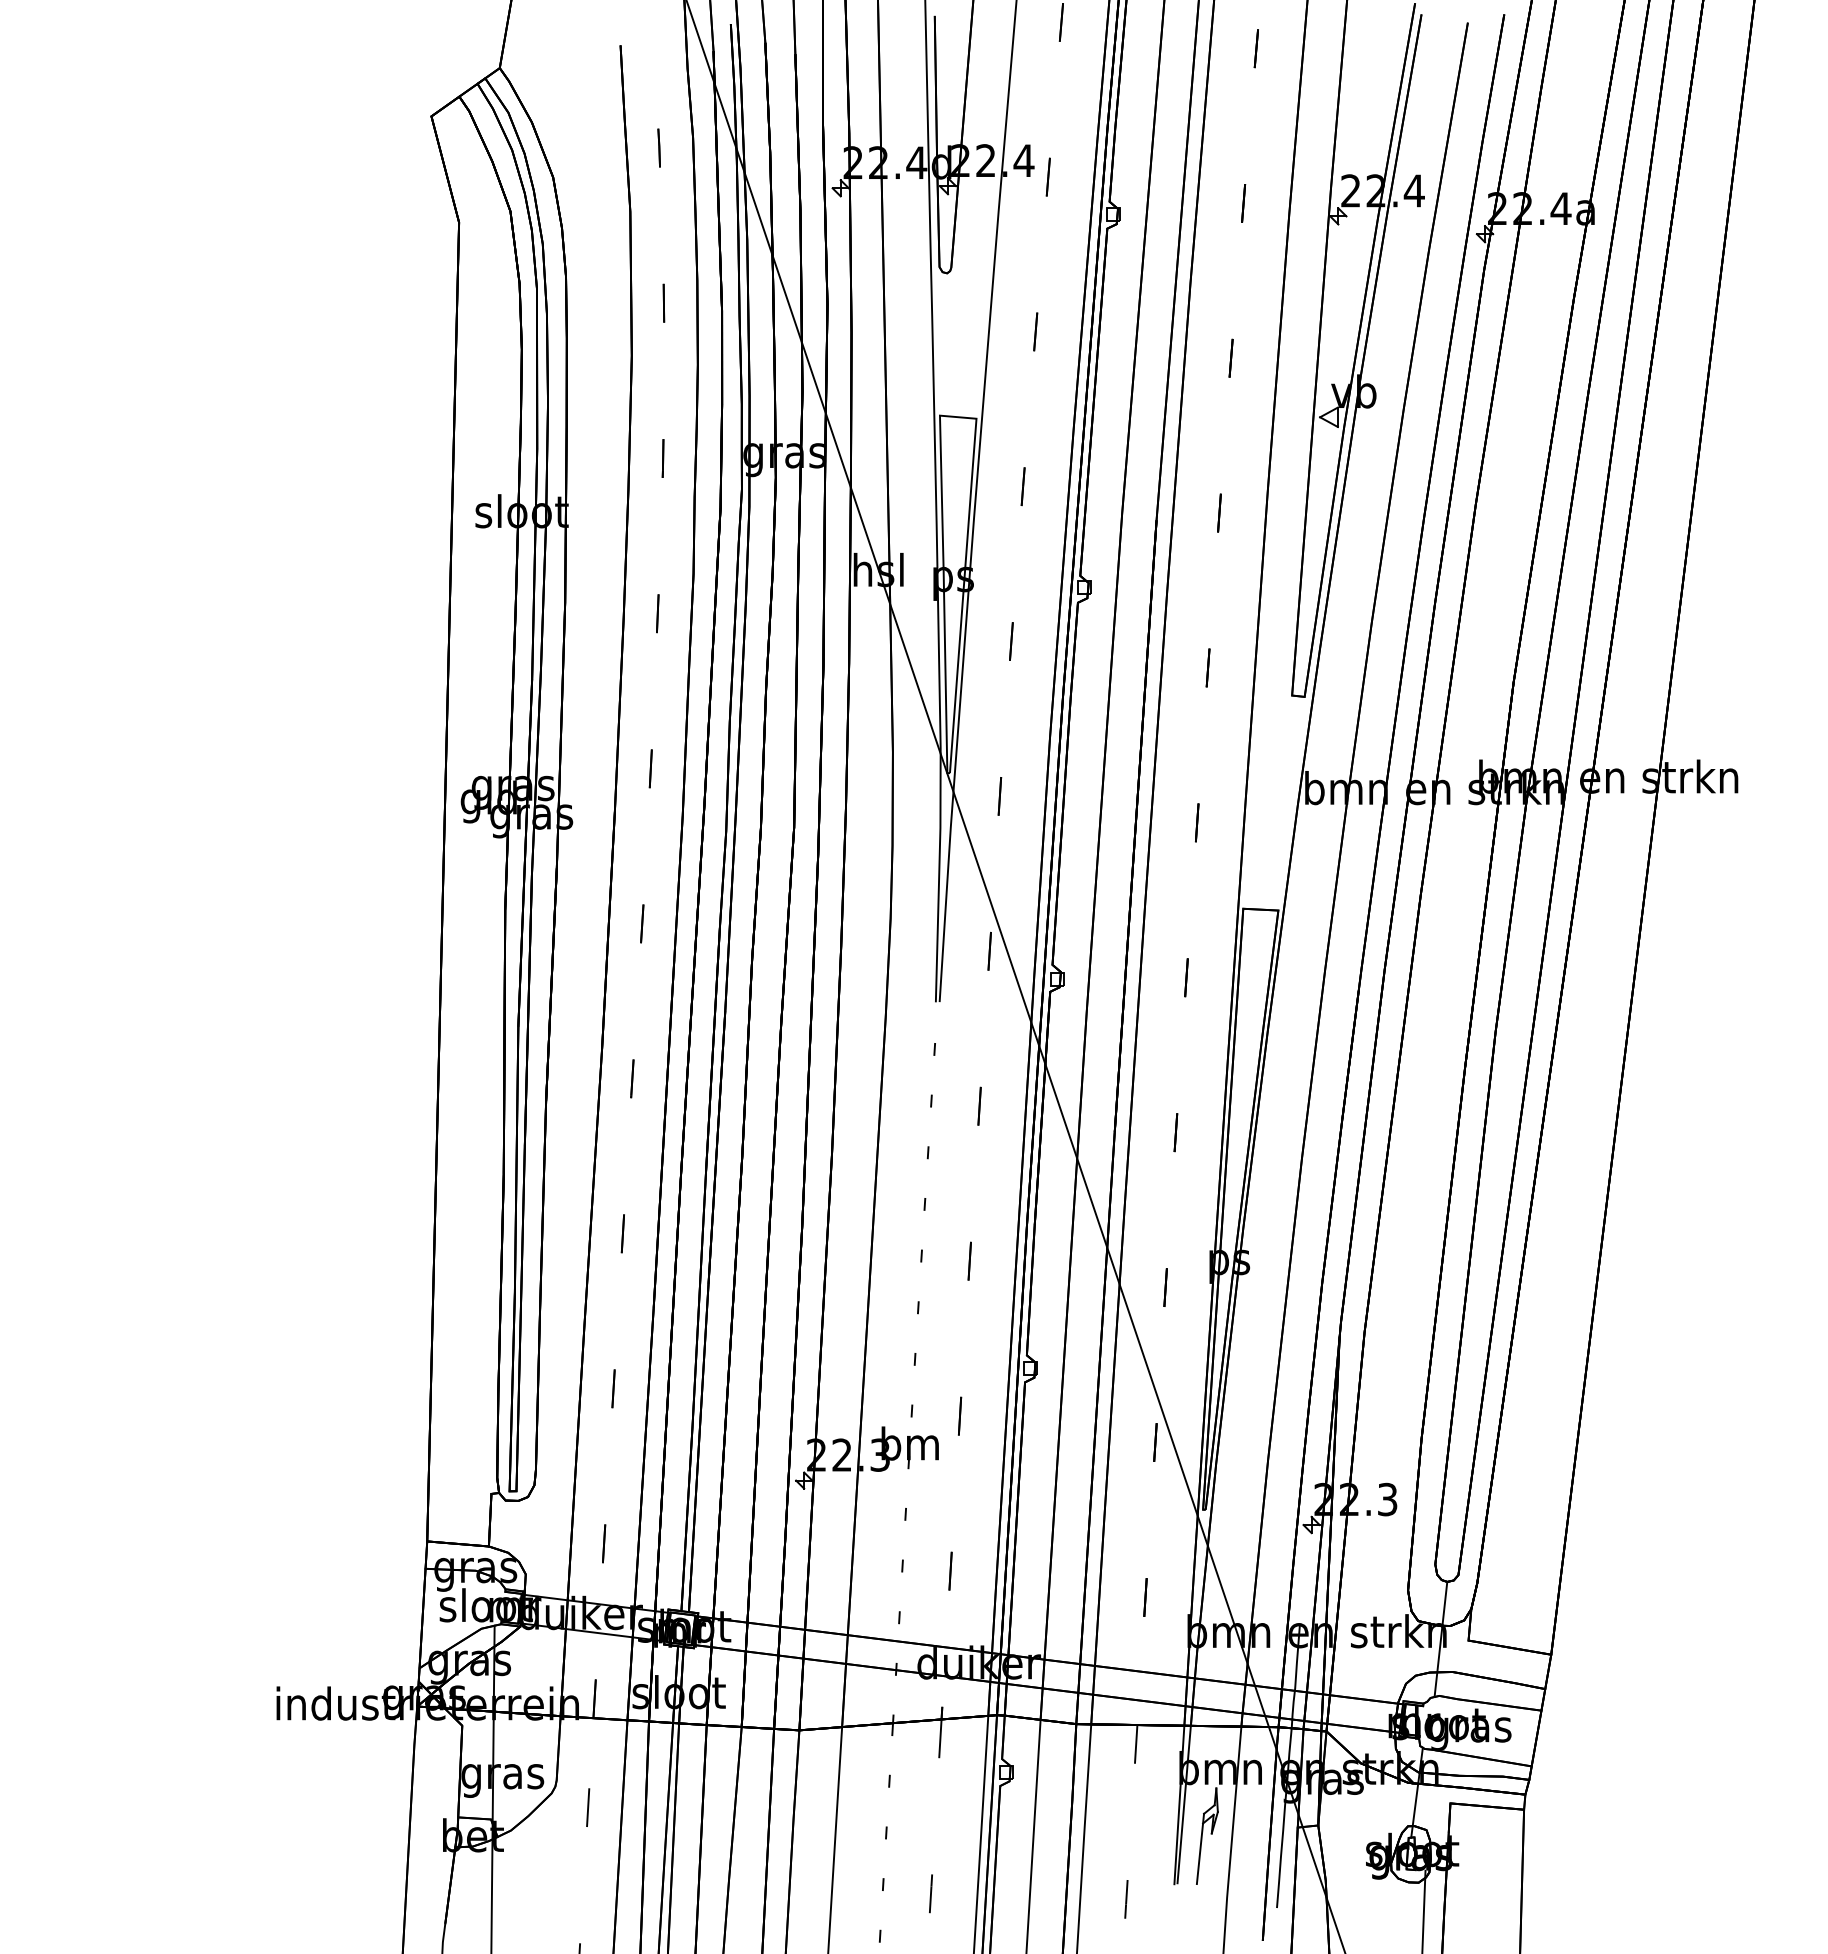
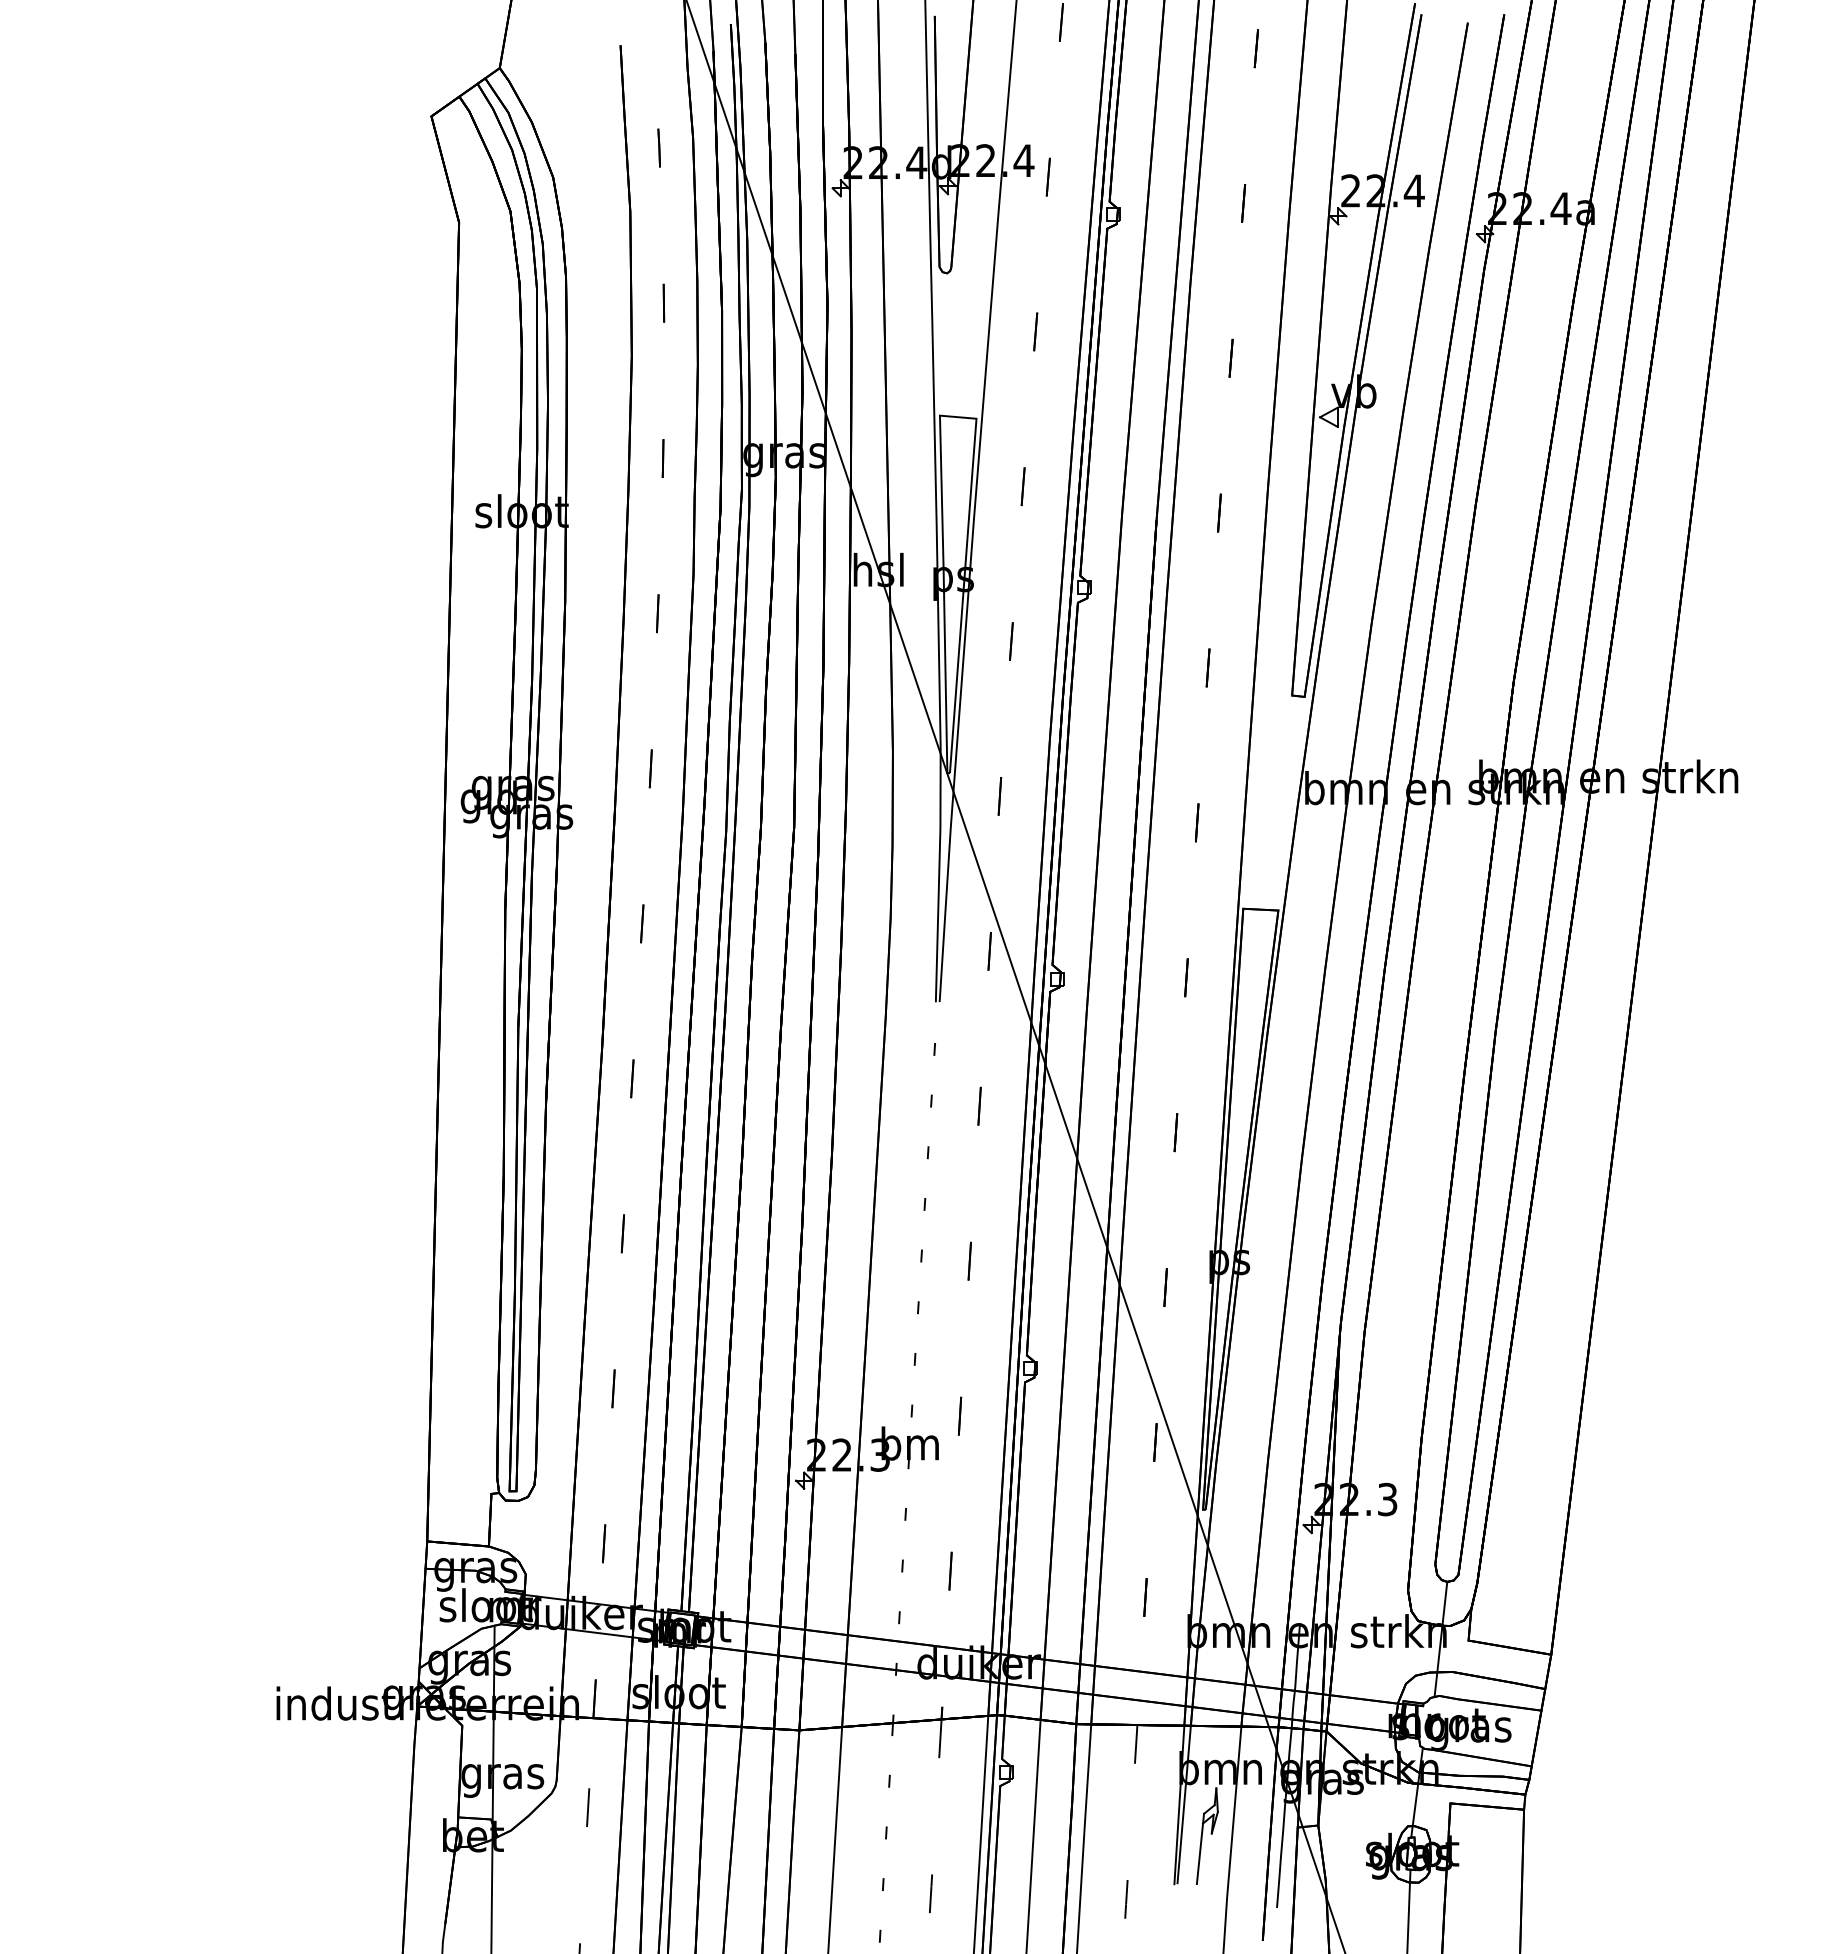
line at (1423, 1910) position: (1423, 1910) -> (1408, 1909)
